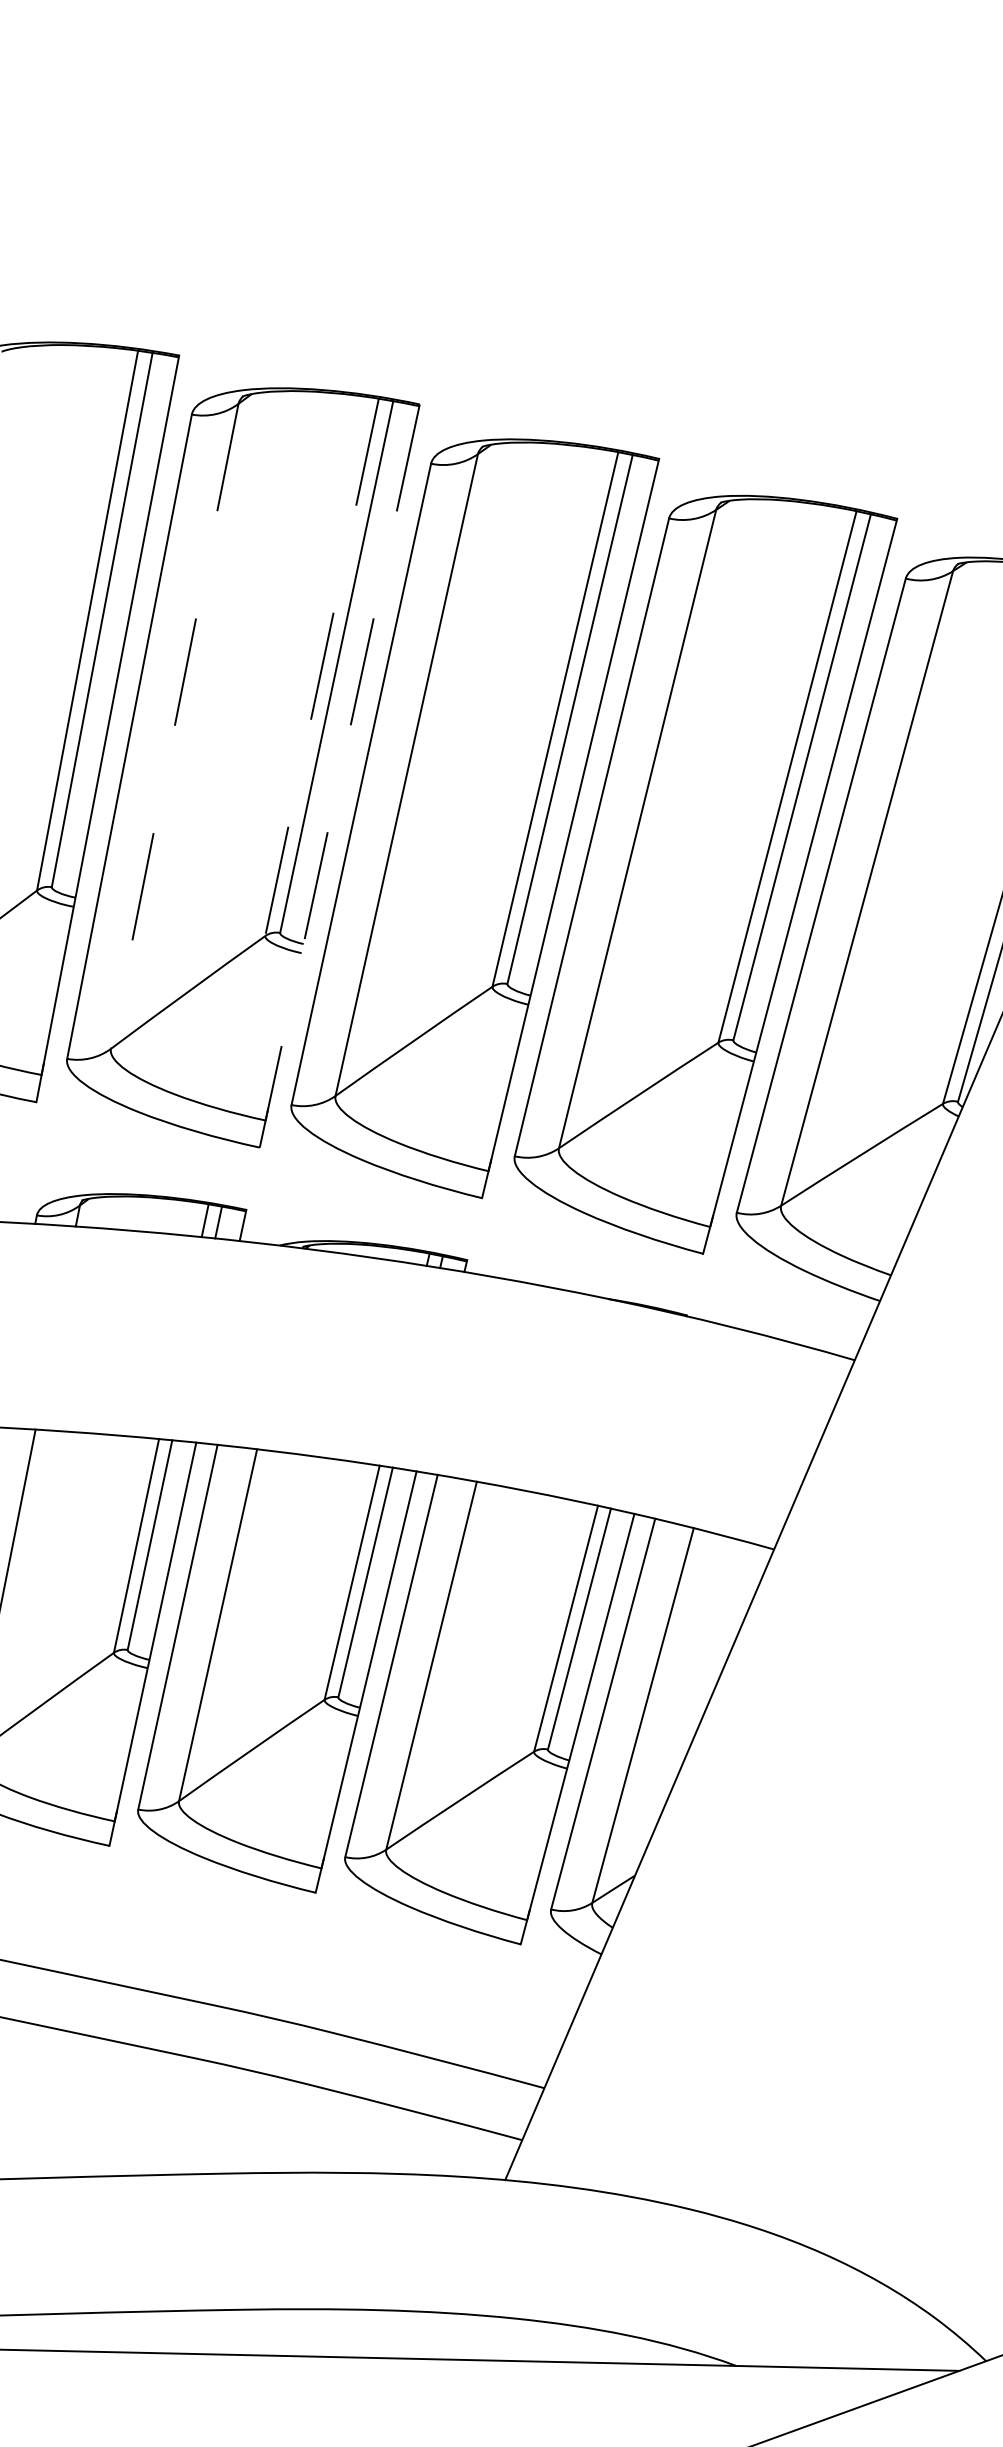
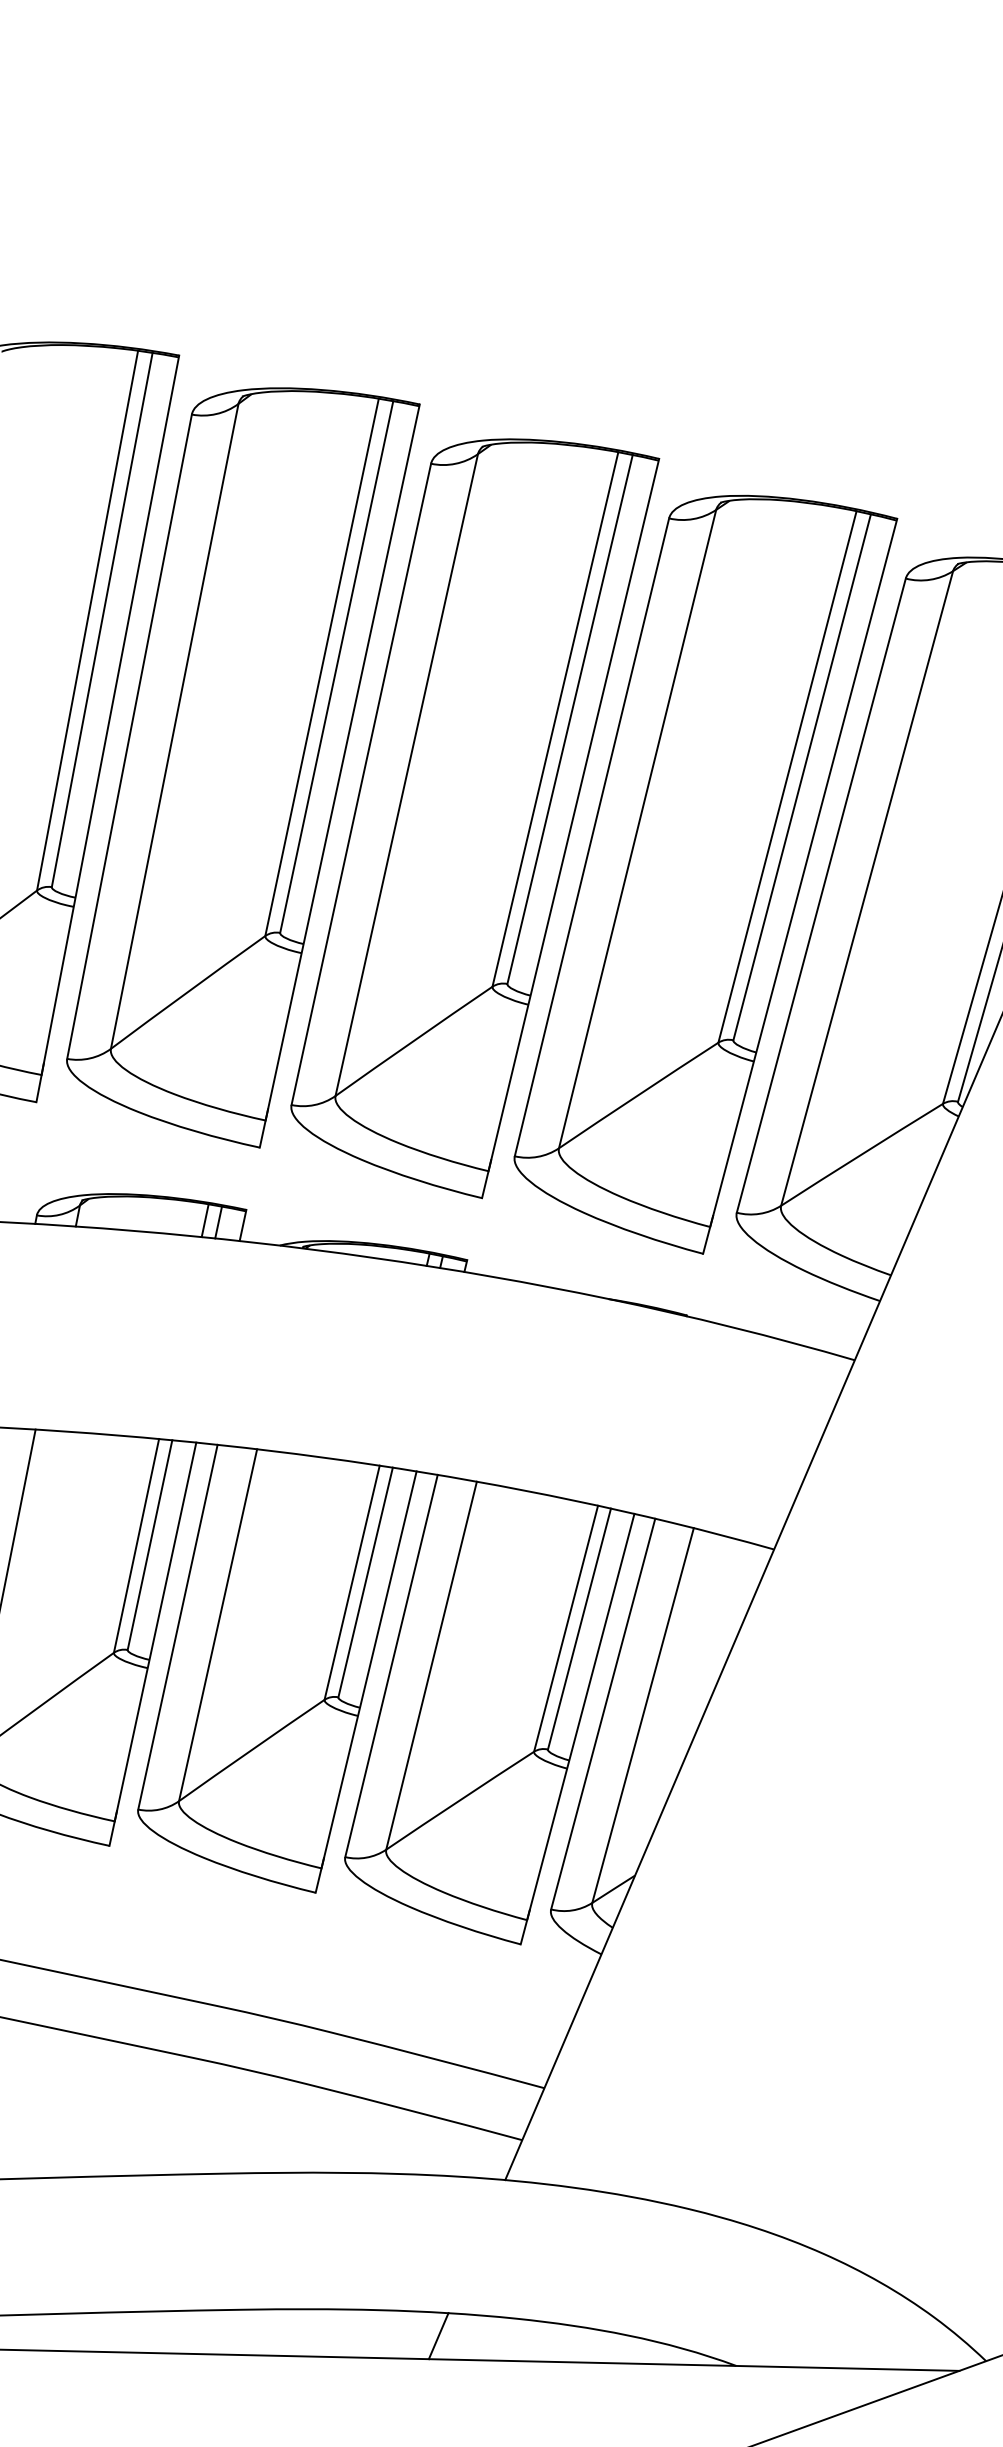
line at (322, 667): dashed -> solid
line at (174, 726): dashed -> solid
line at (339, 776): dashed -> solid
line at (438, 2336): none -> present
